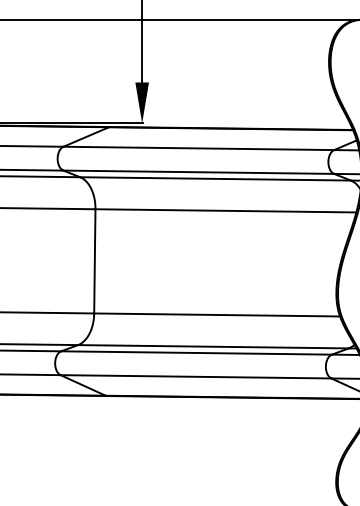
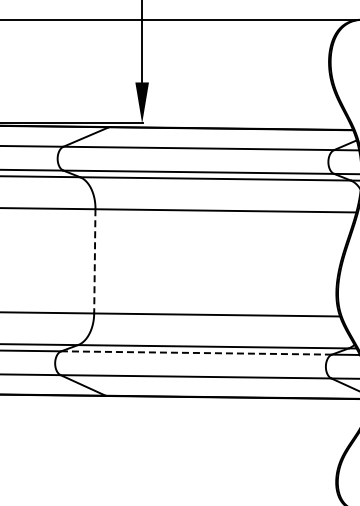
line at (94, 261): solid -> dashed
line at (196, 352): solid -> dashed
